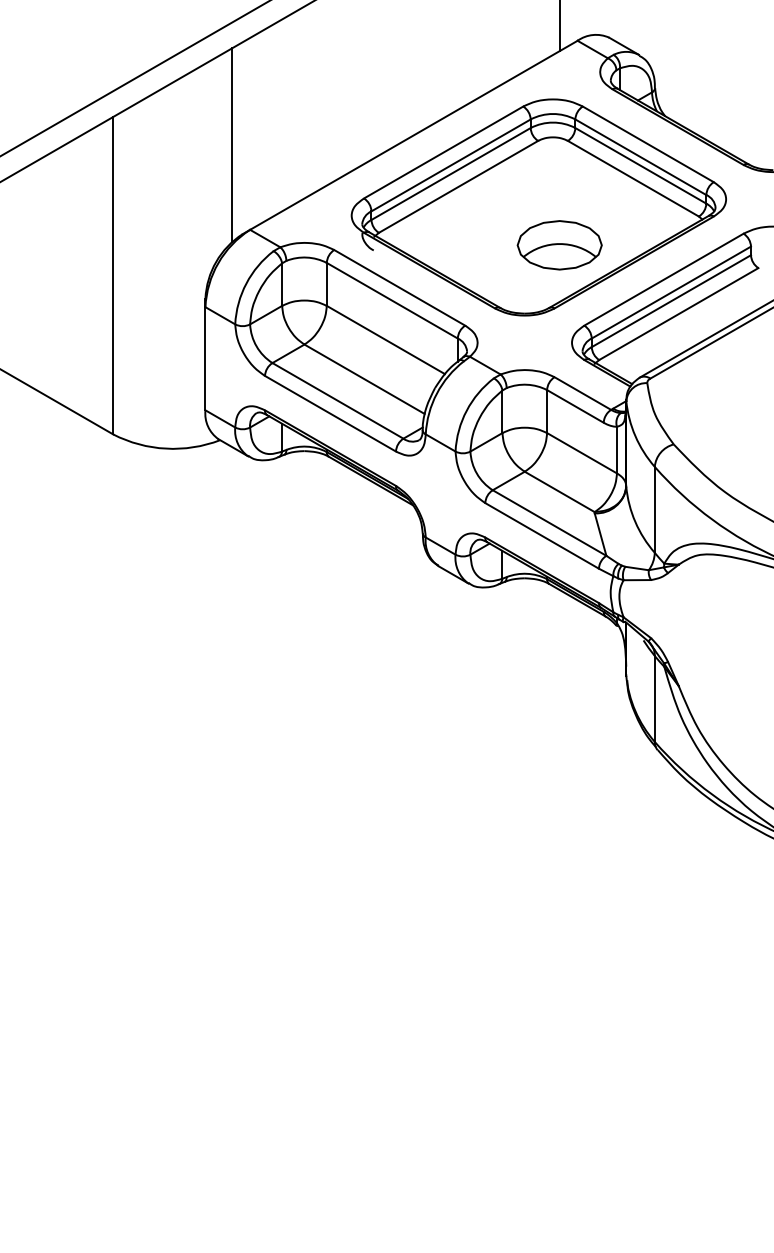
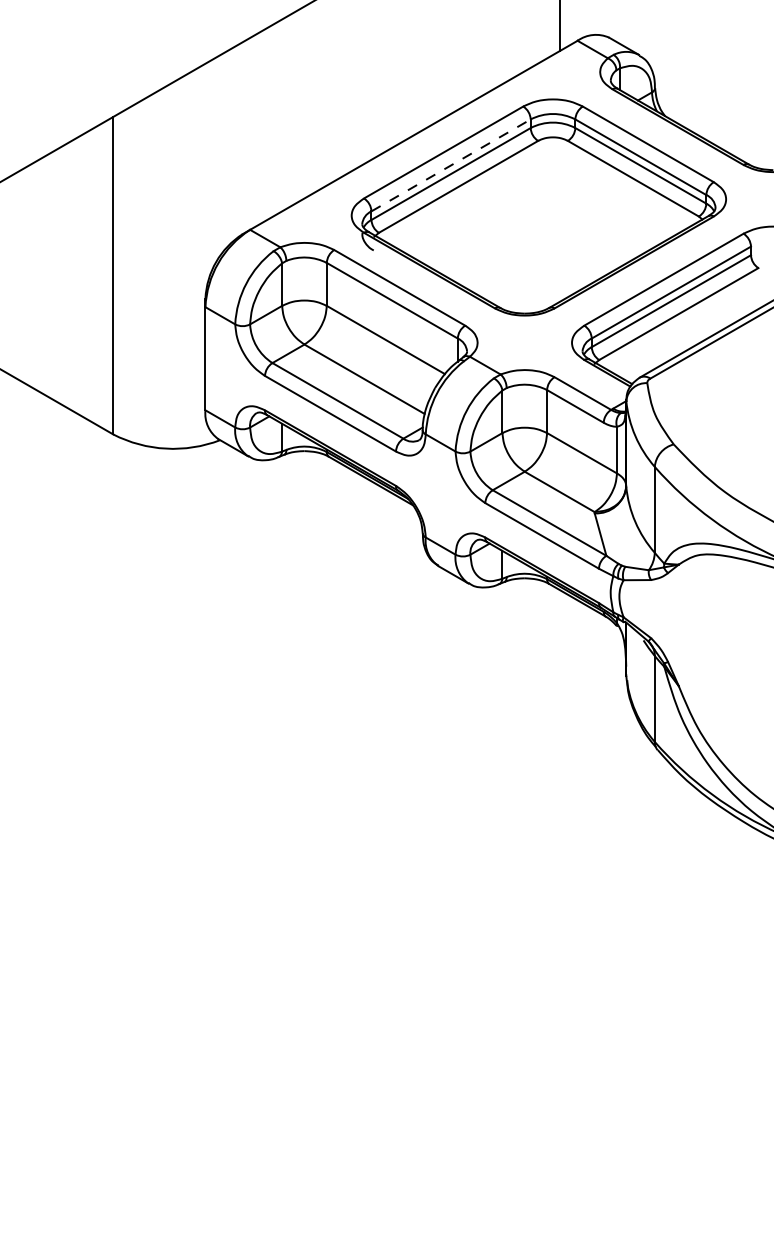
line at (134, 78): present -> none
line at (232, 144): present -> none
line at (451, 165): solid -> dashed
part at (559, 245): present -> none
